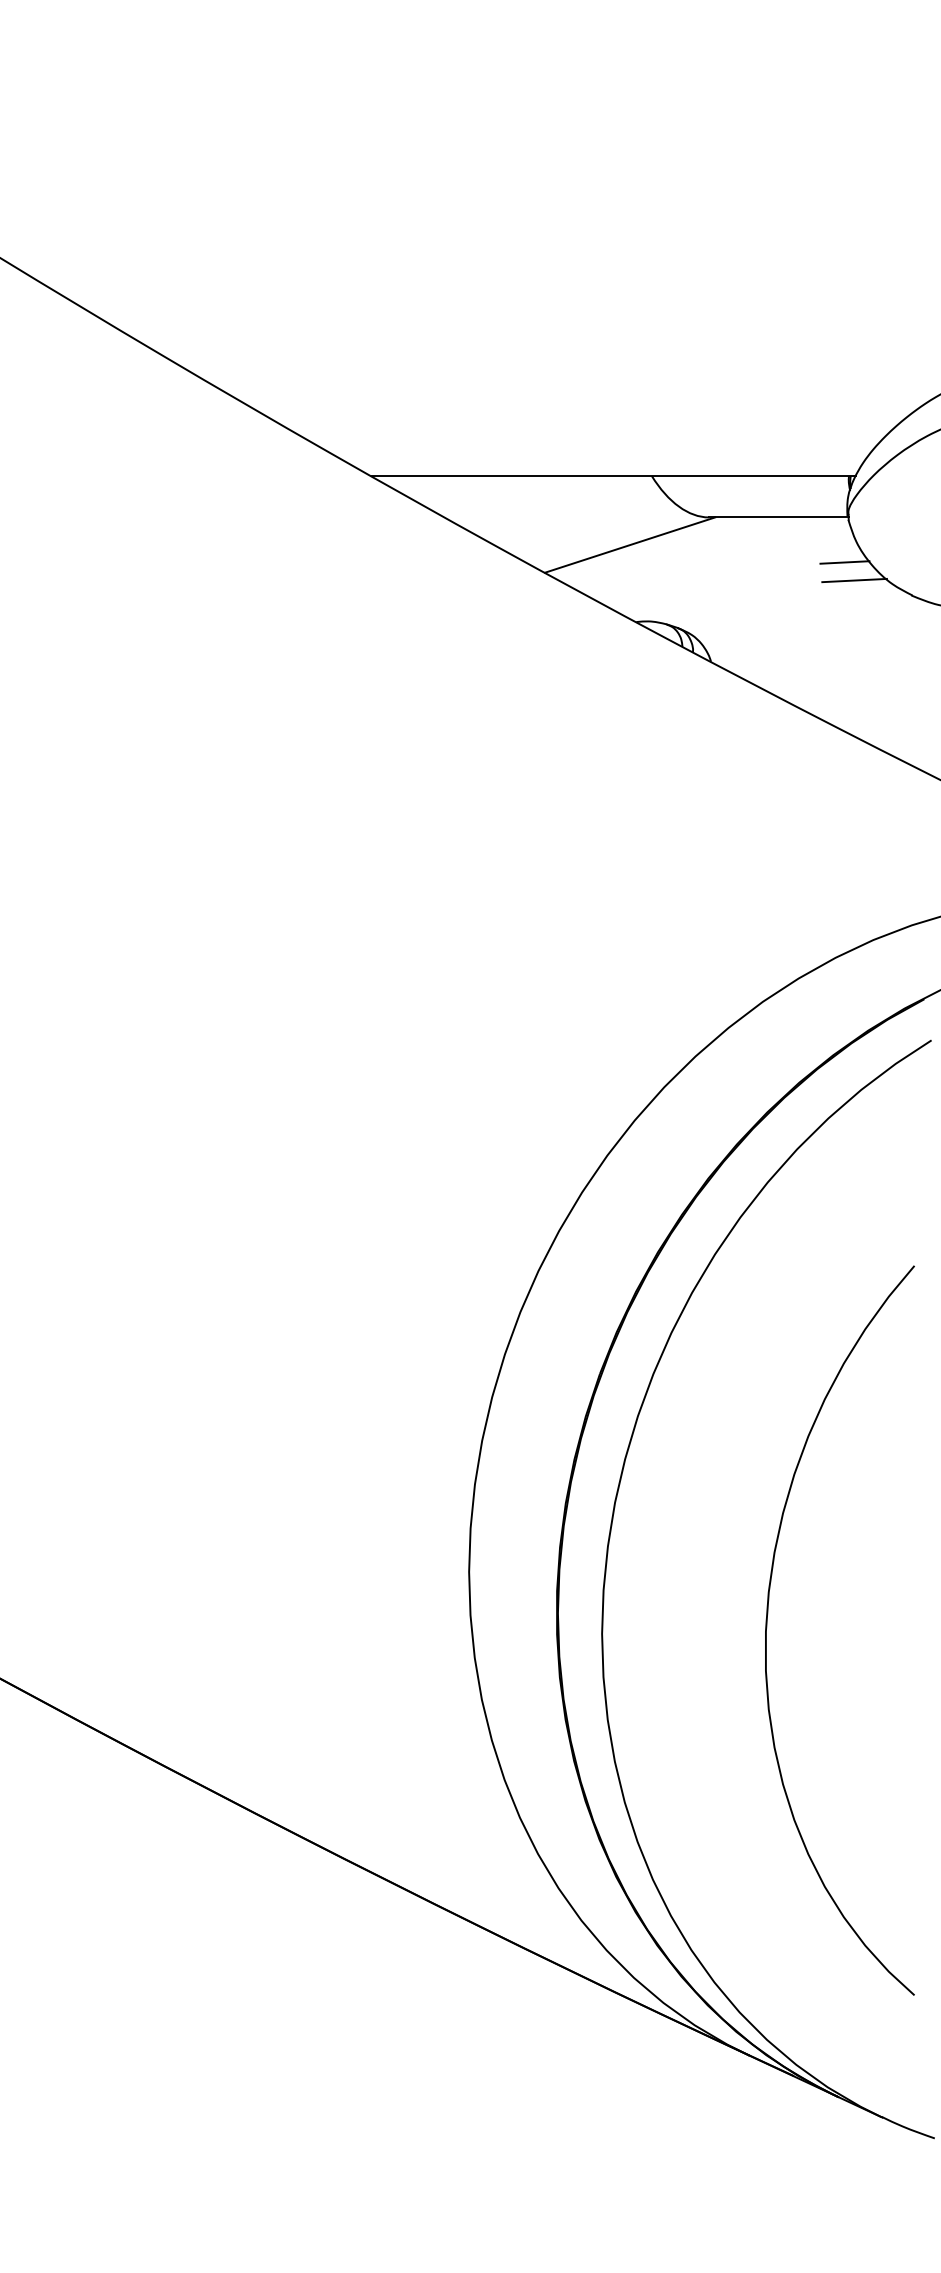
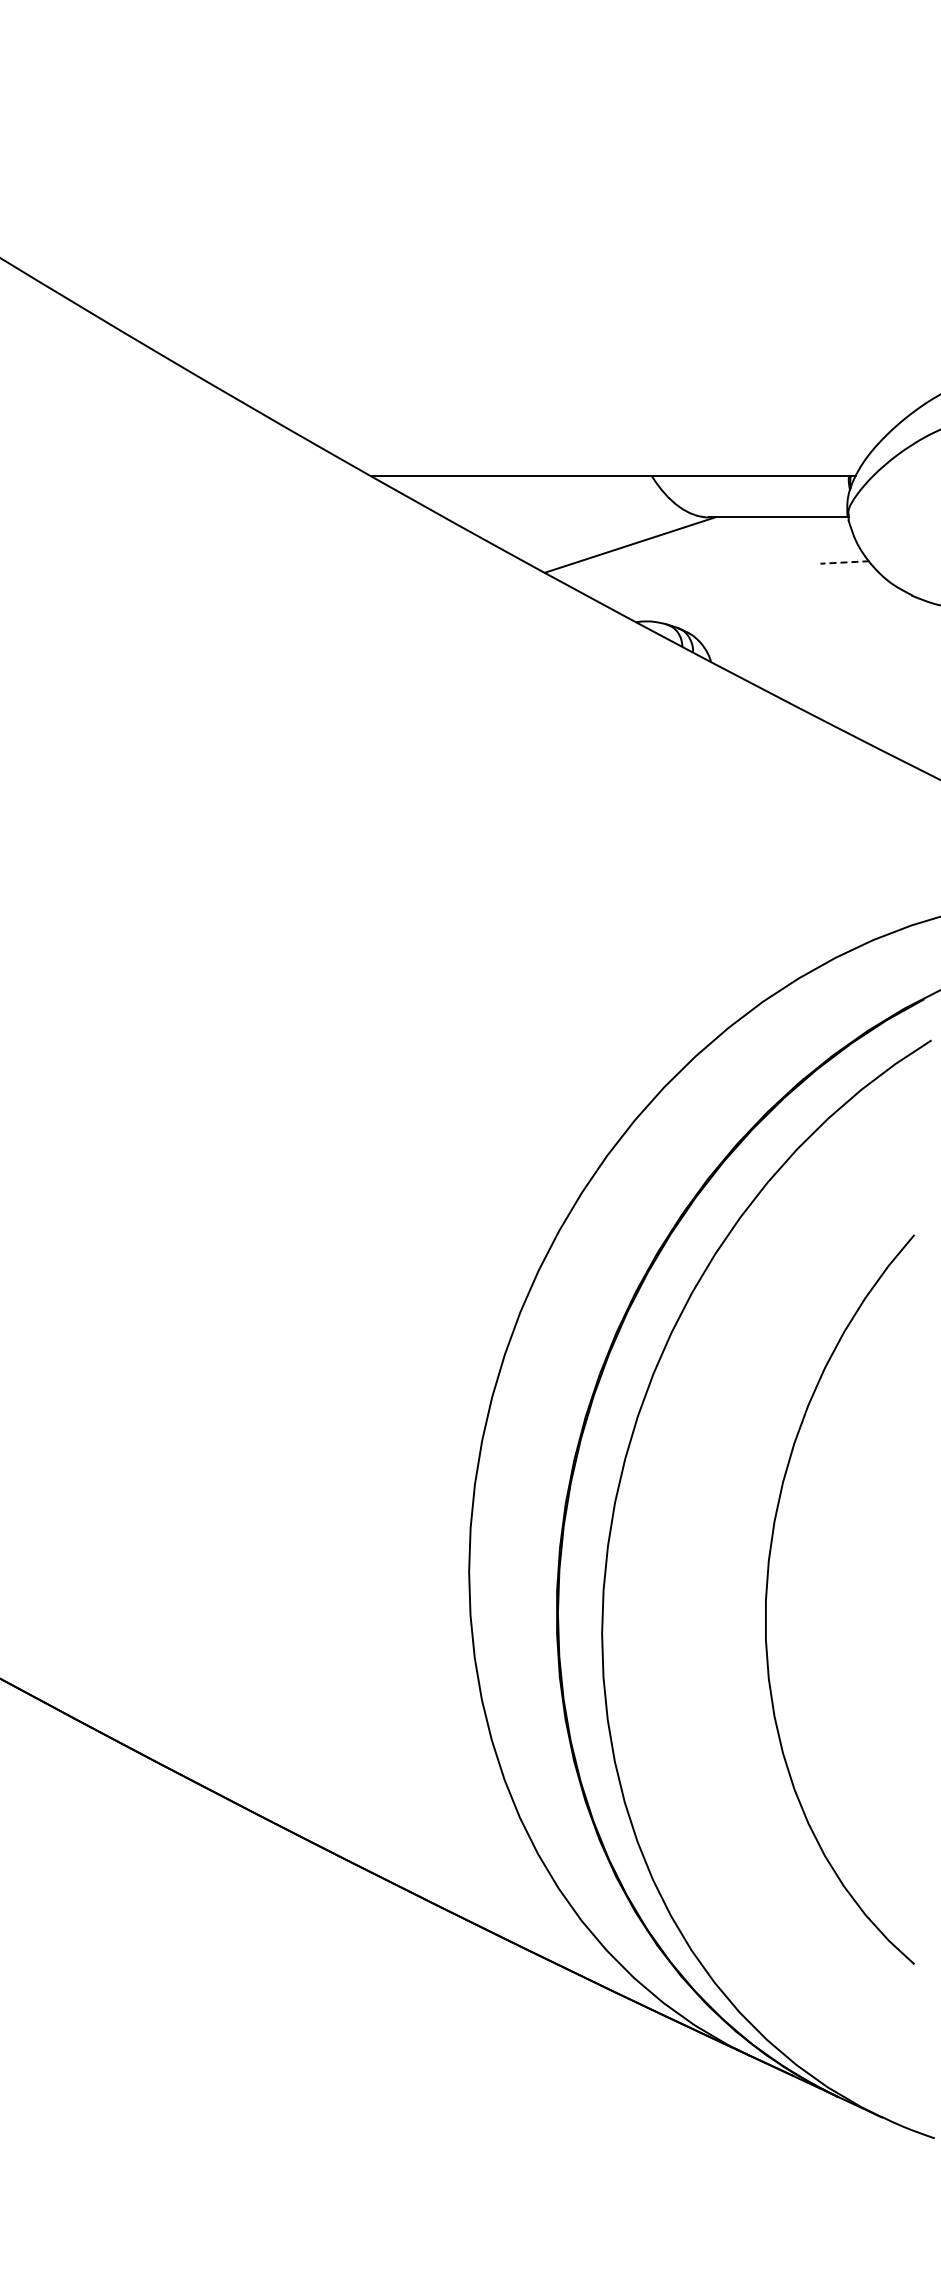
line at (844, 562): solid -> dashed
line at (854, 580): present -> none
curve at (767, 1627) position: (767, 1627) -> (767, 1596)
